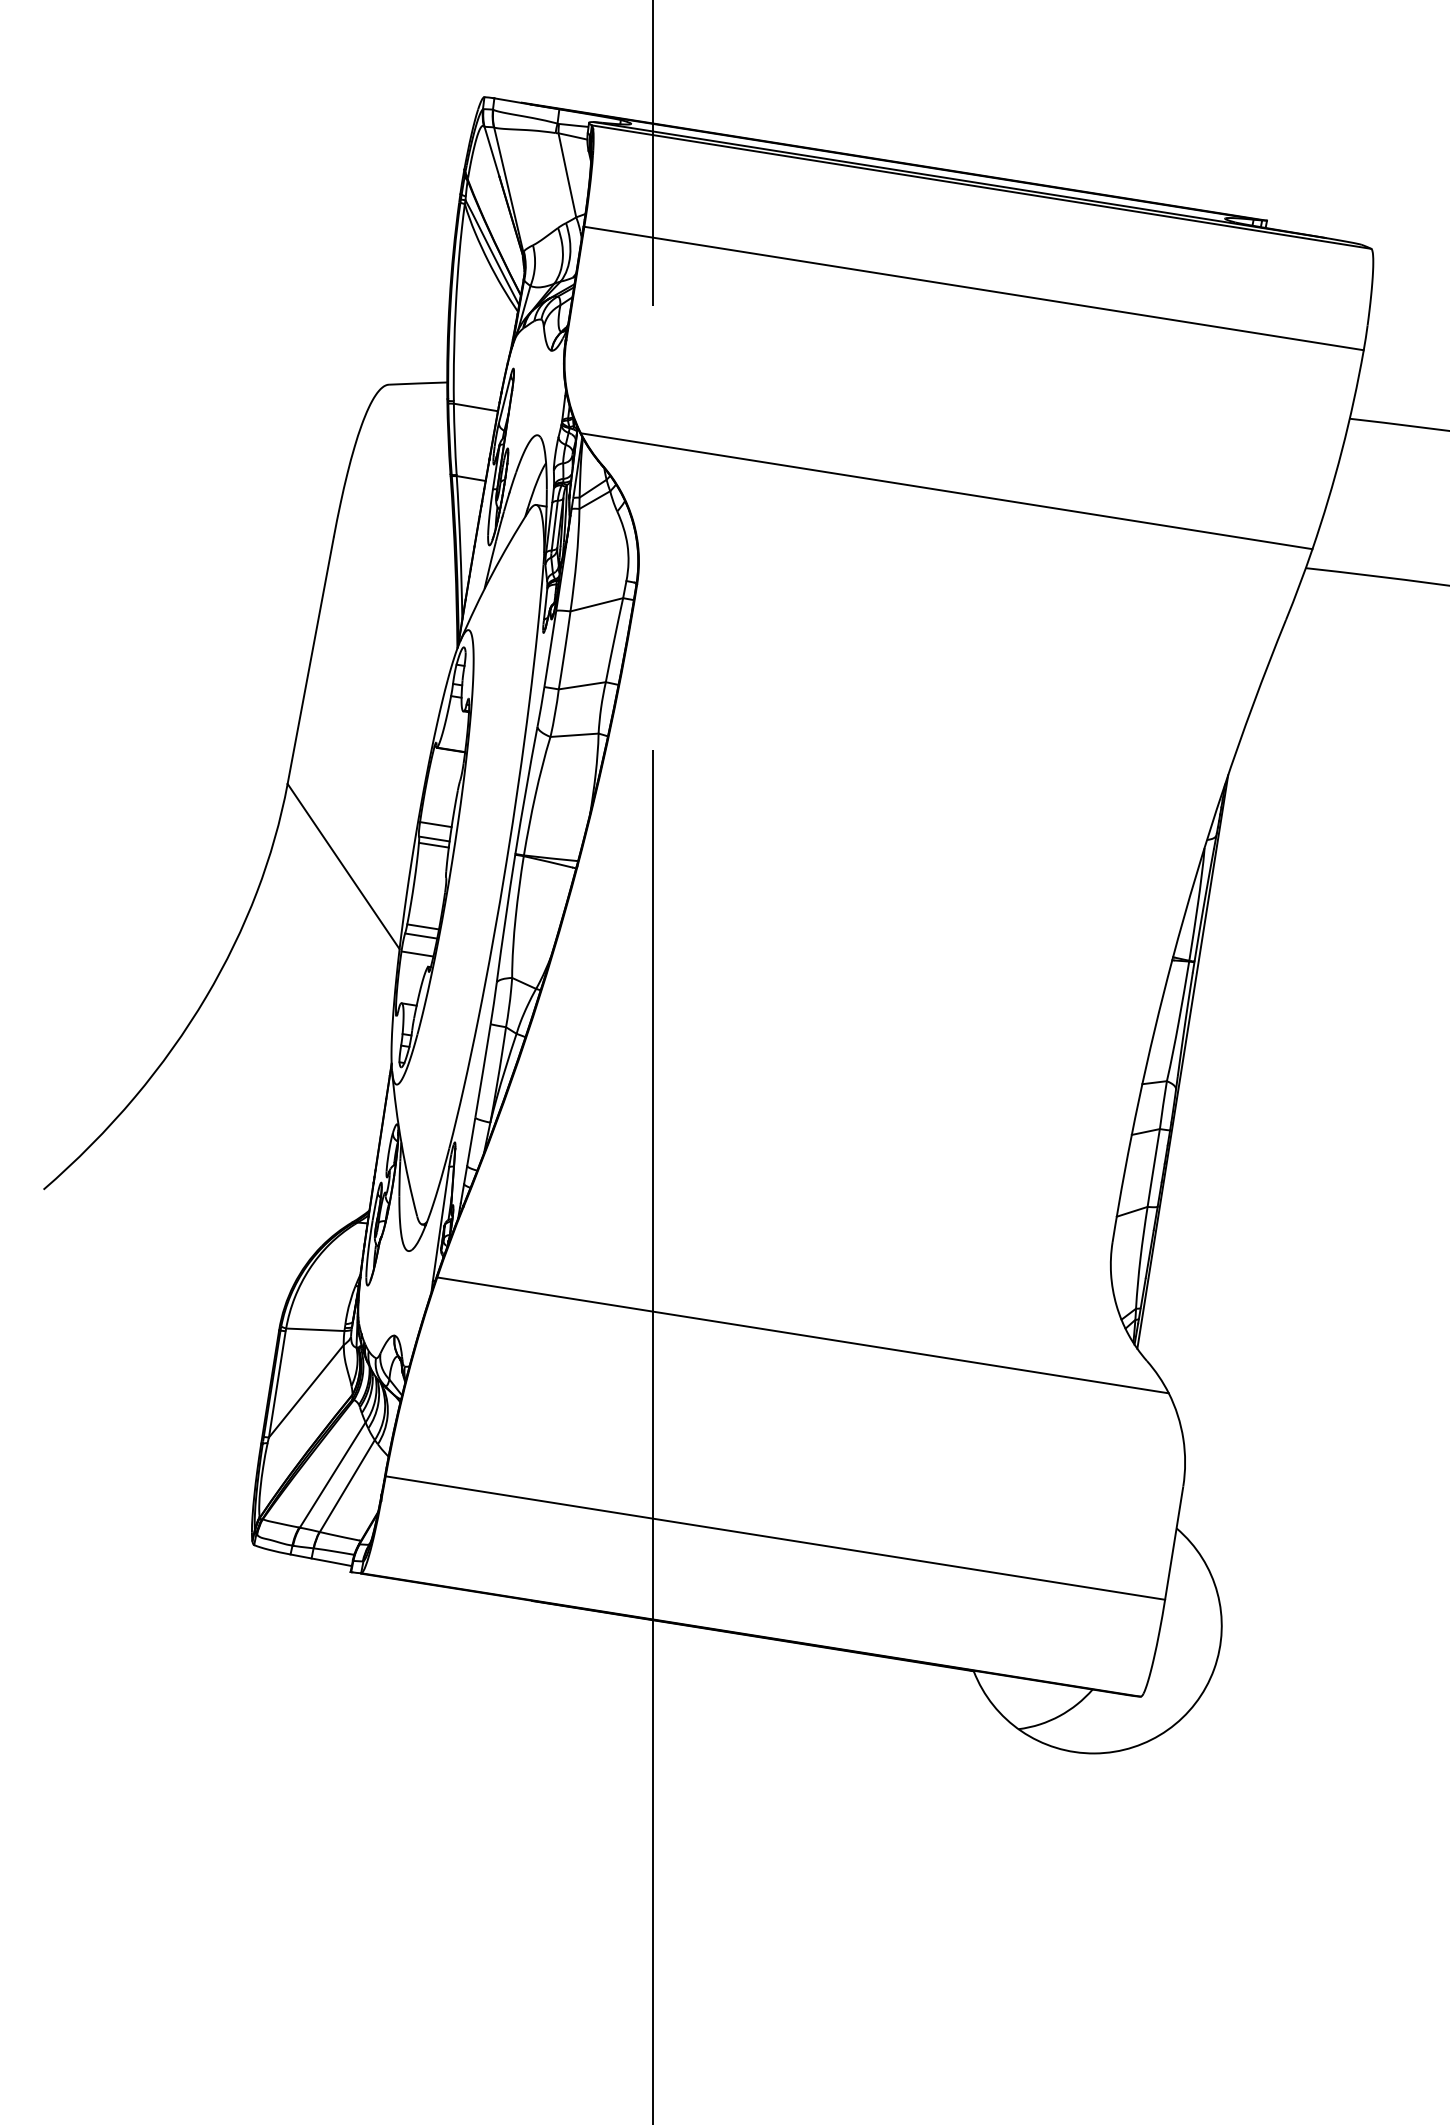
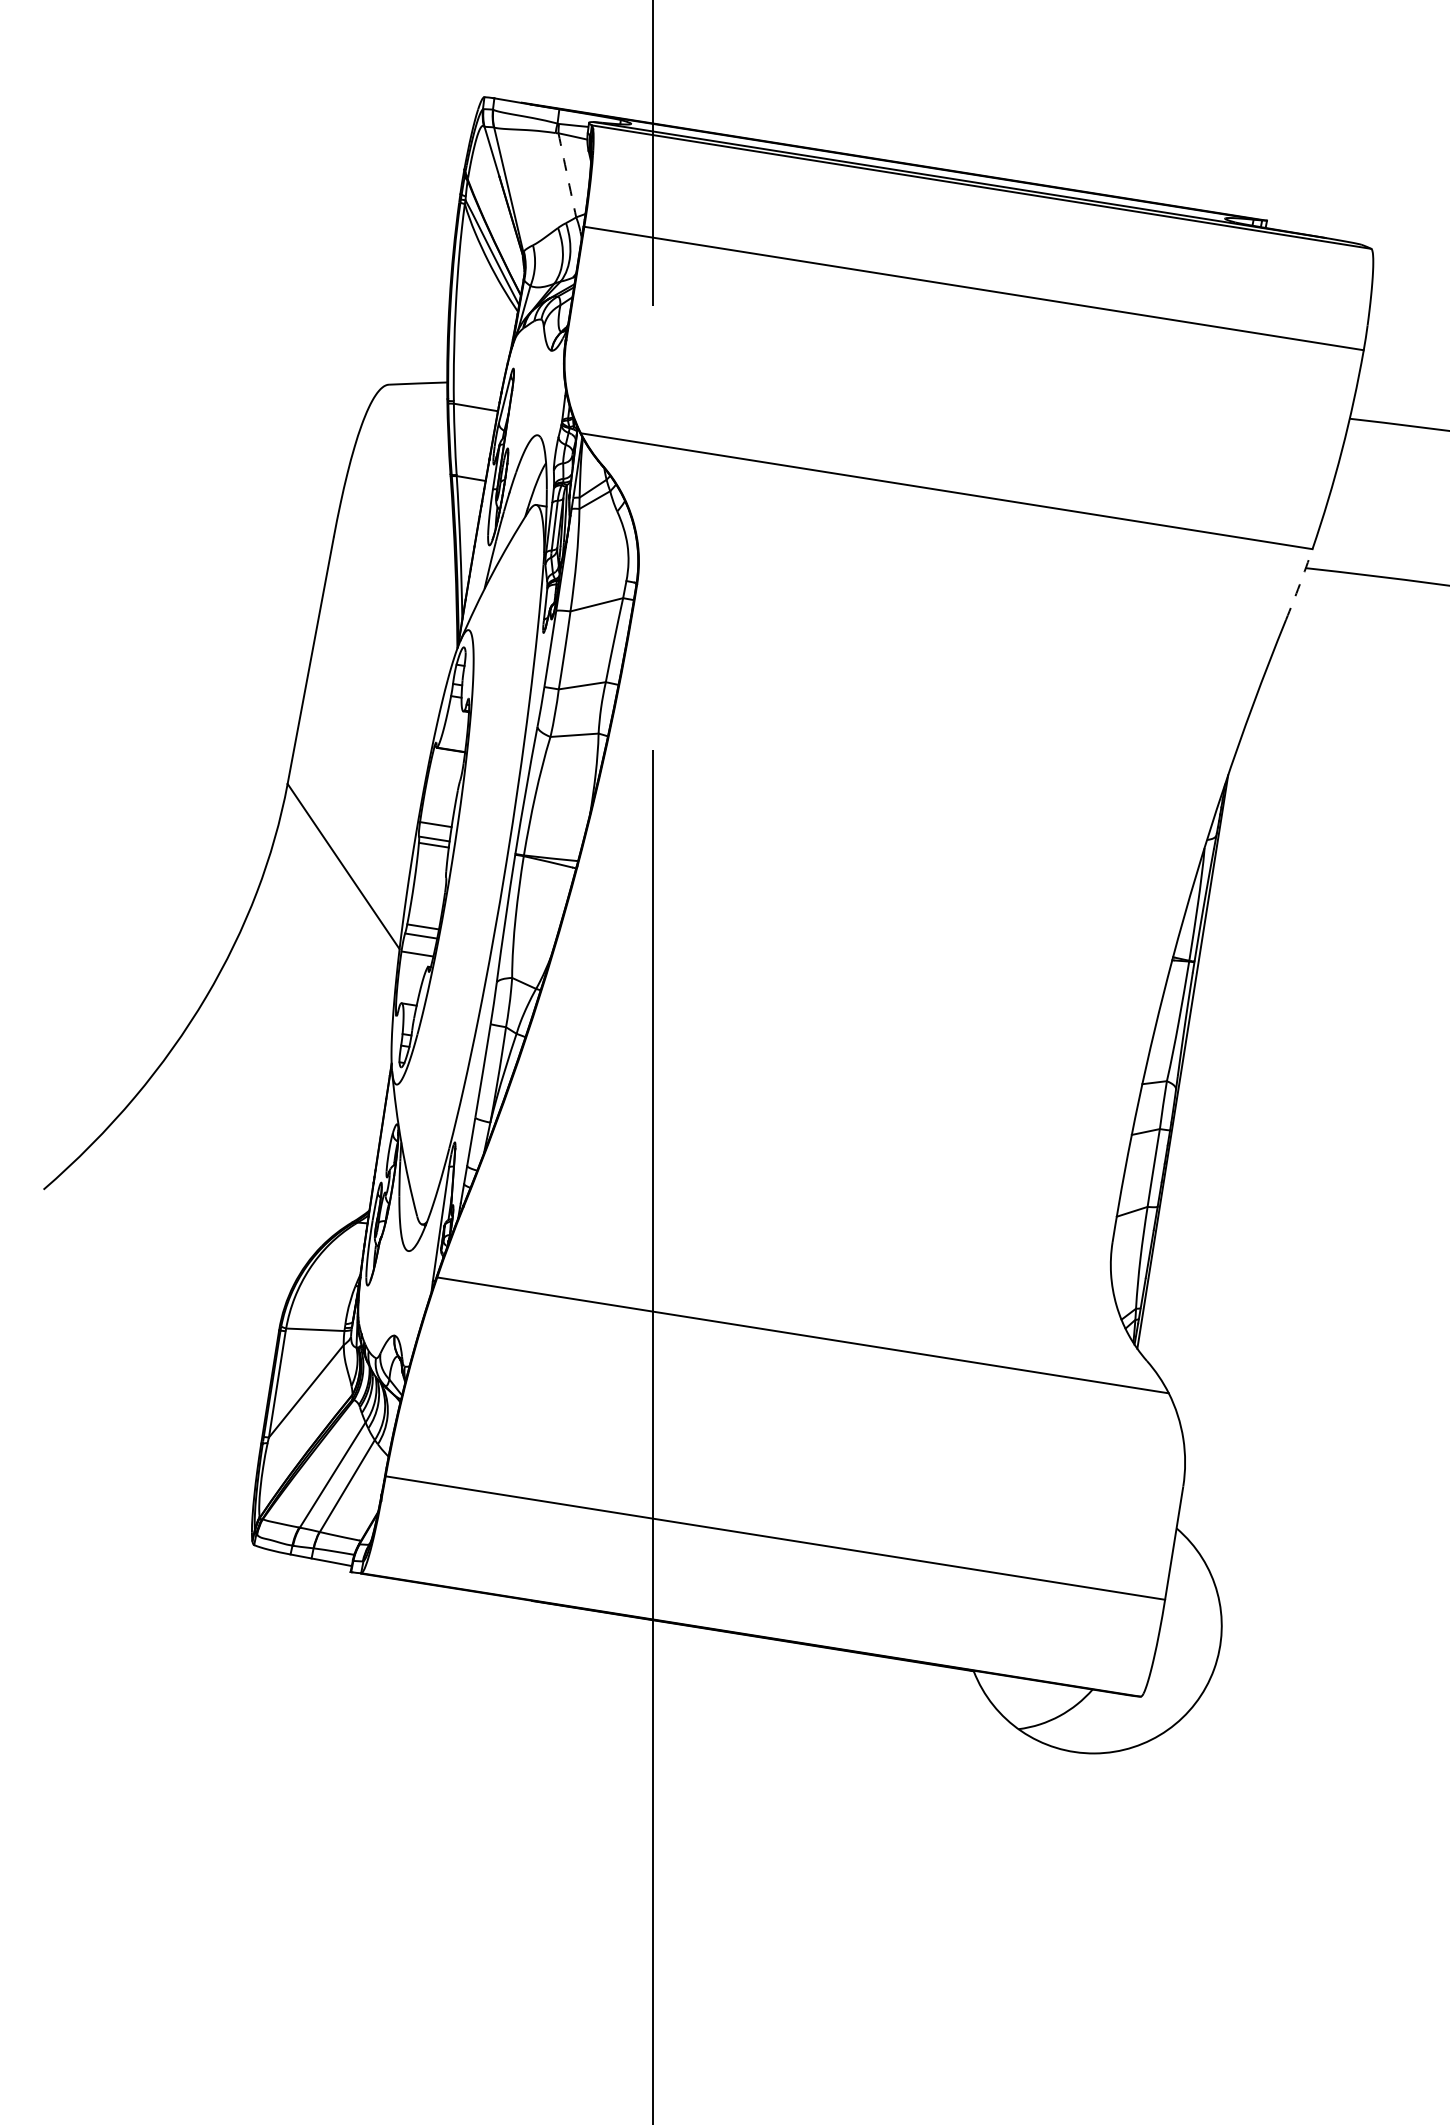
arc at (567, 175): solid -> dashed
arc at (1299, 584): solid -> dashed
